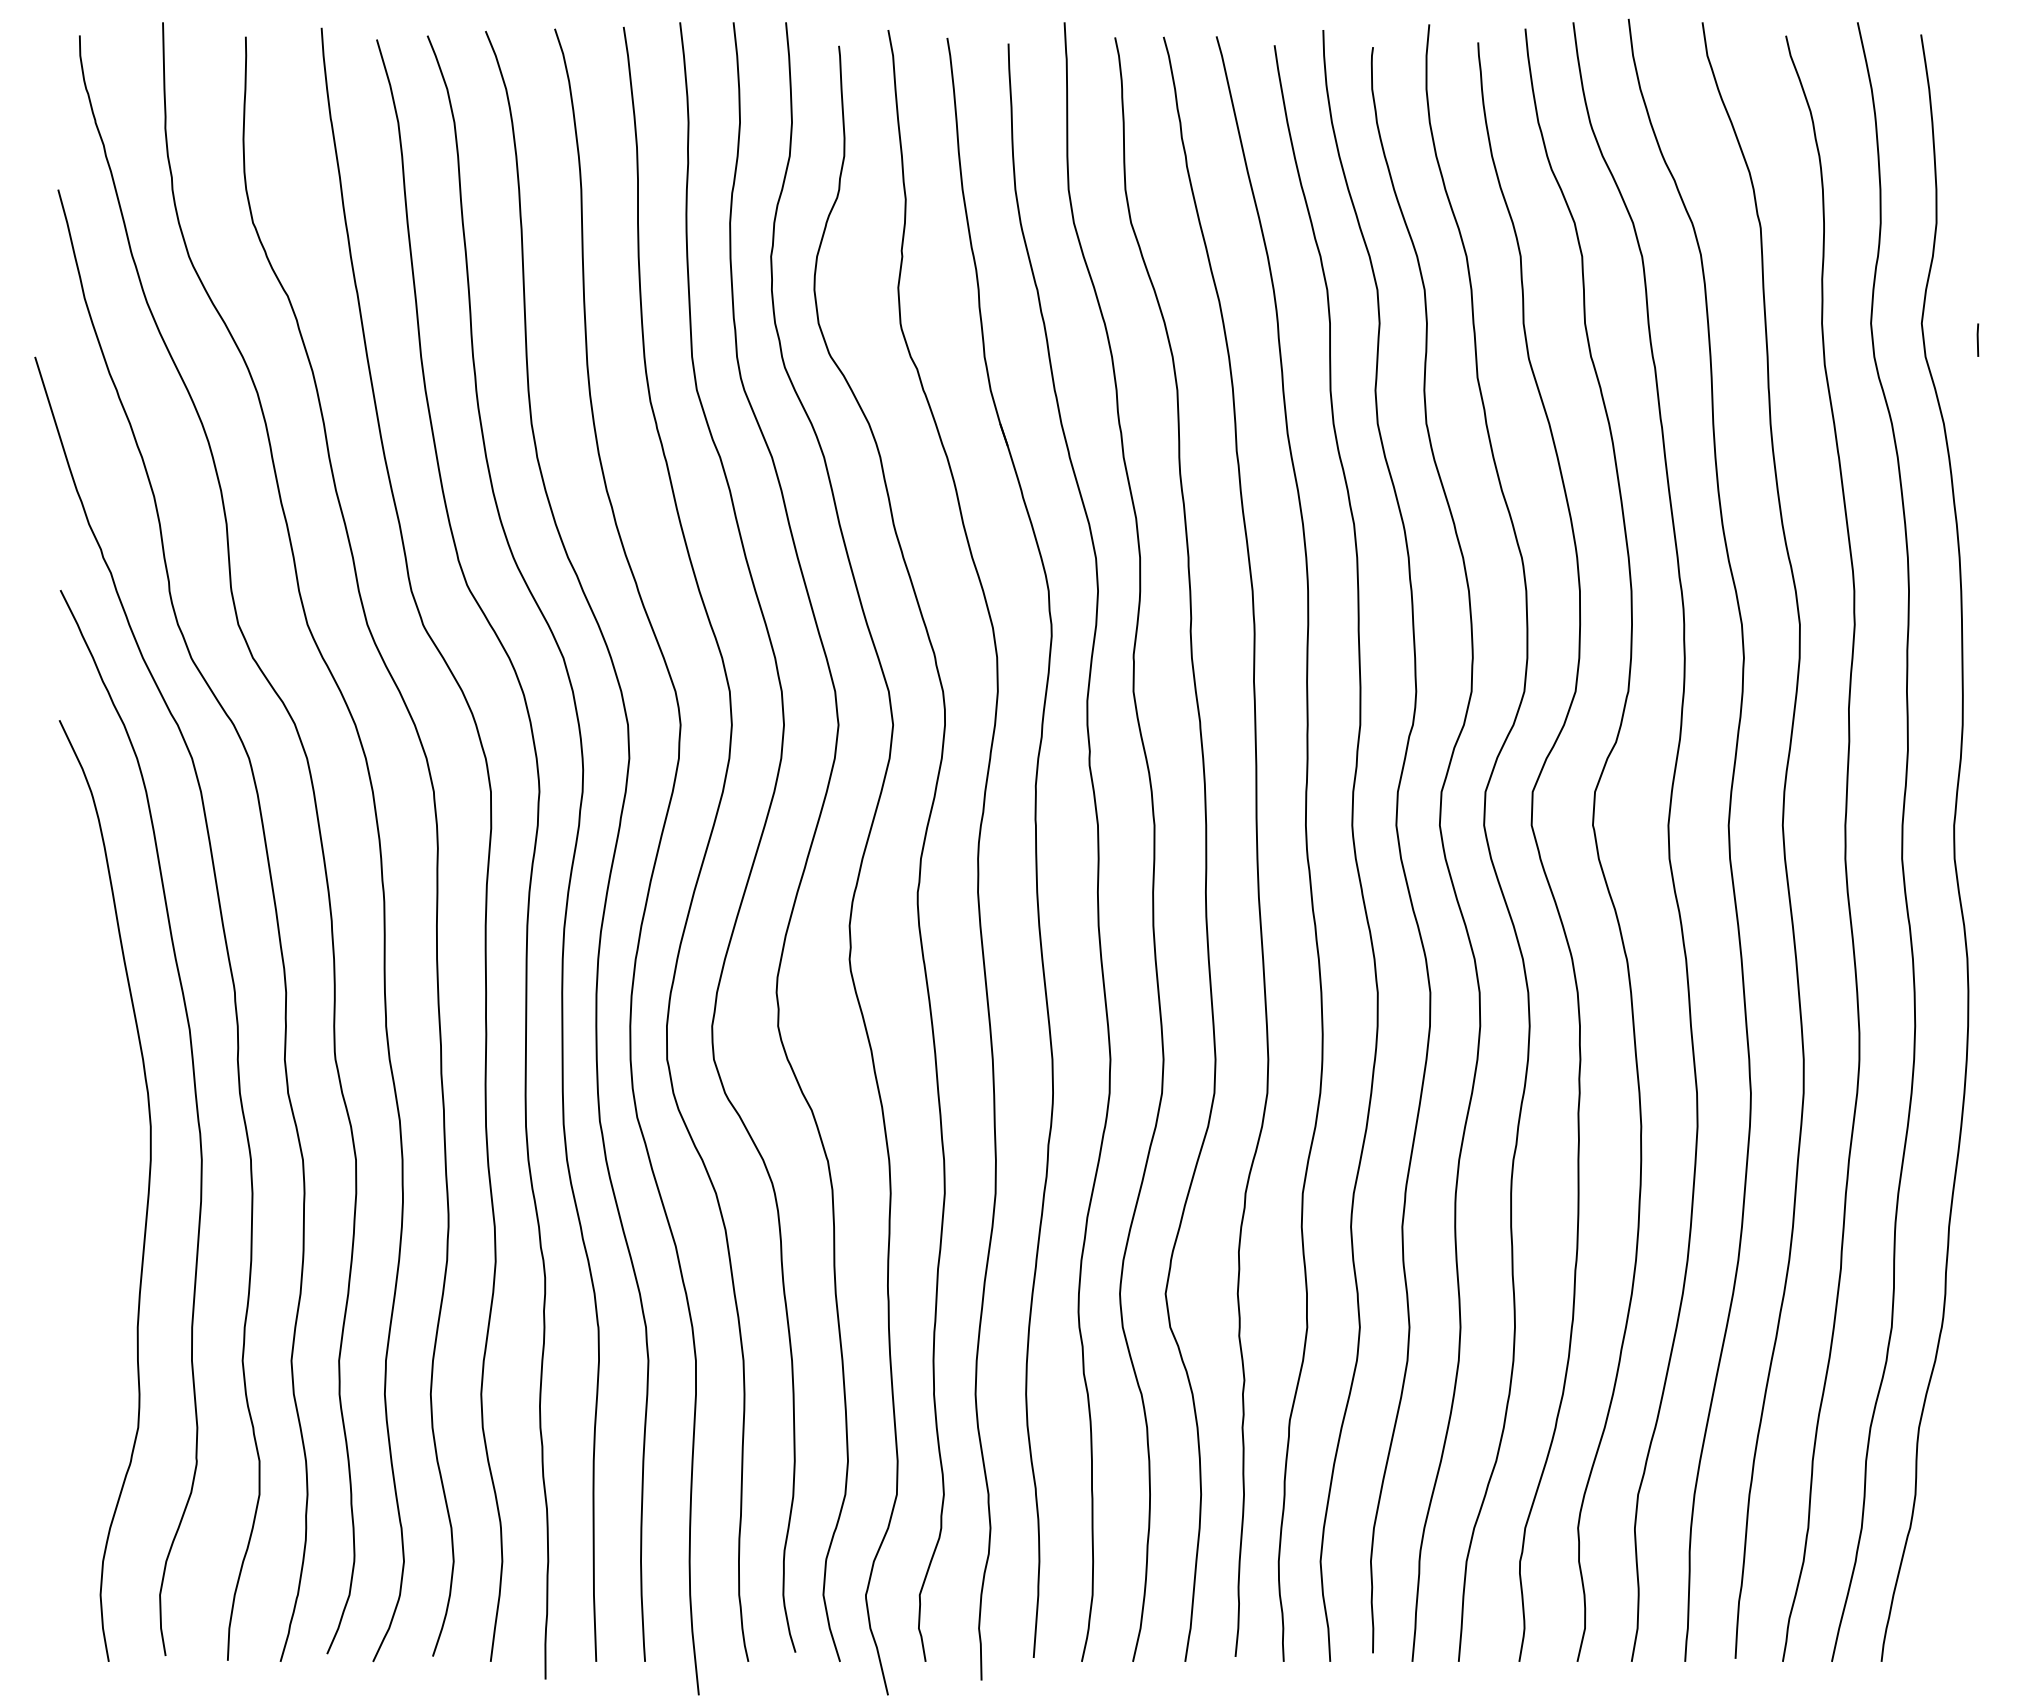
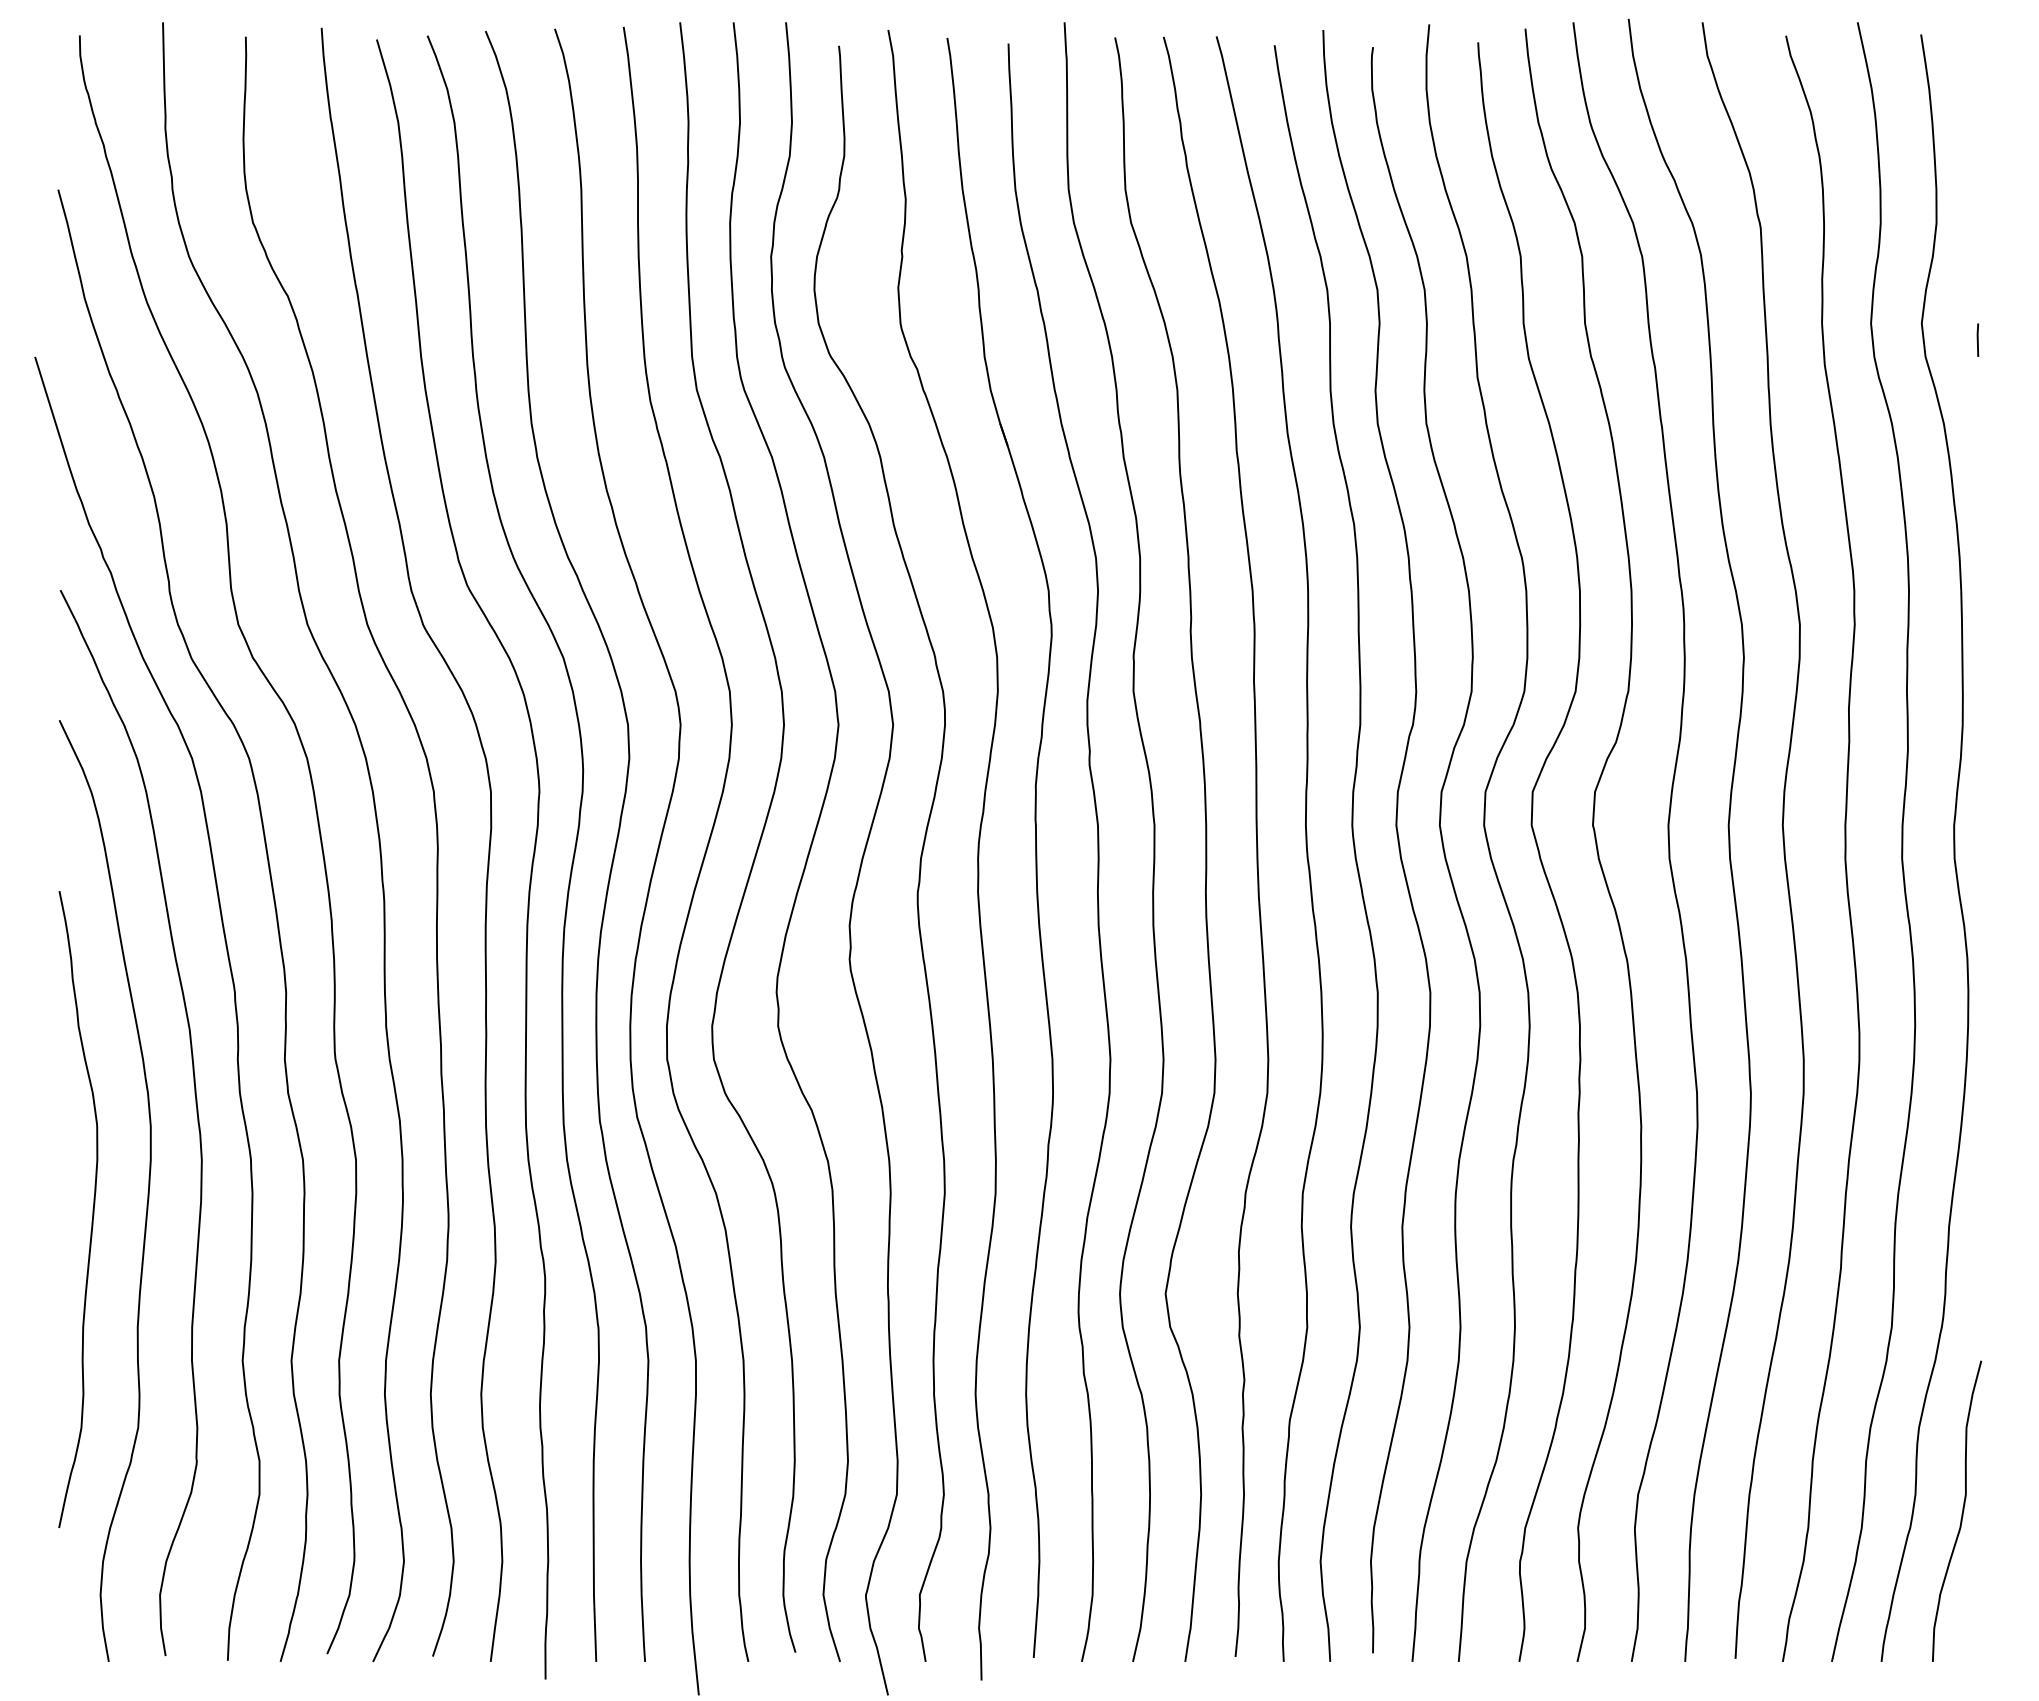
curve at (92, 1209): none -> present
curve at (1962, 1510): none -> present
